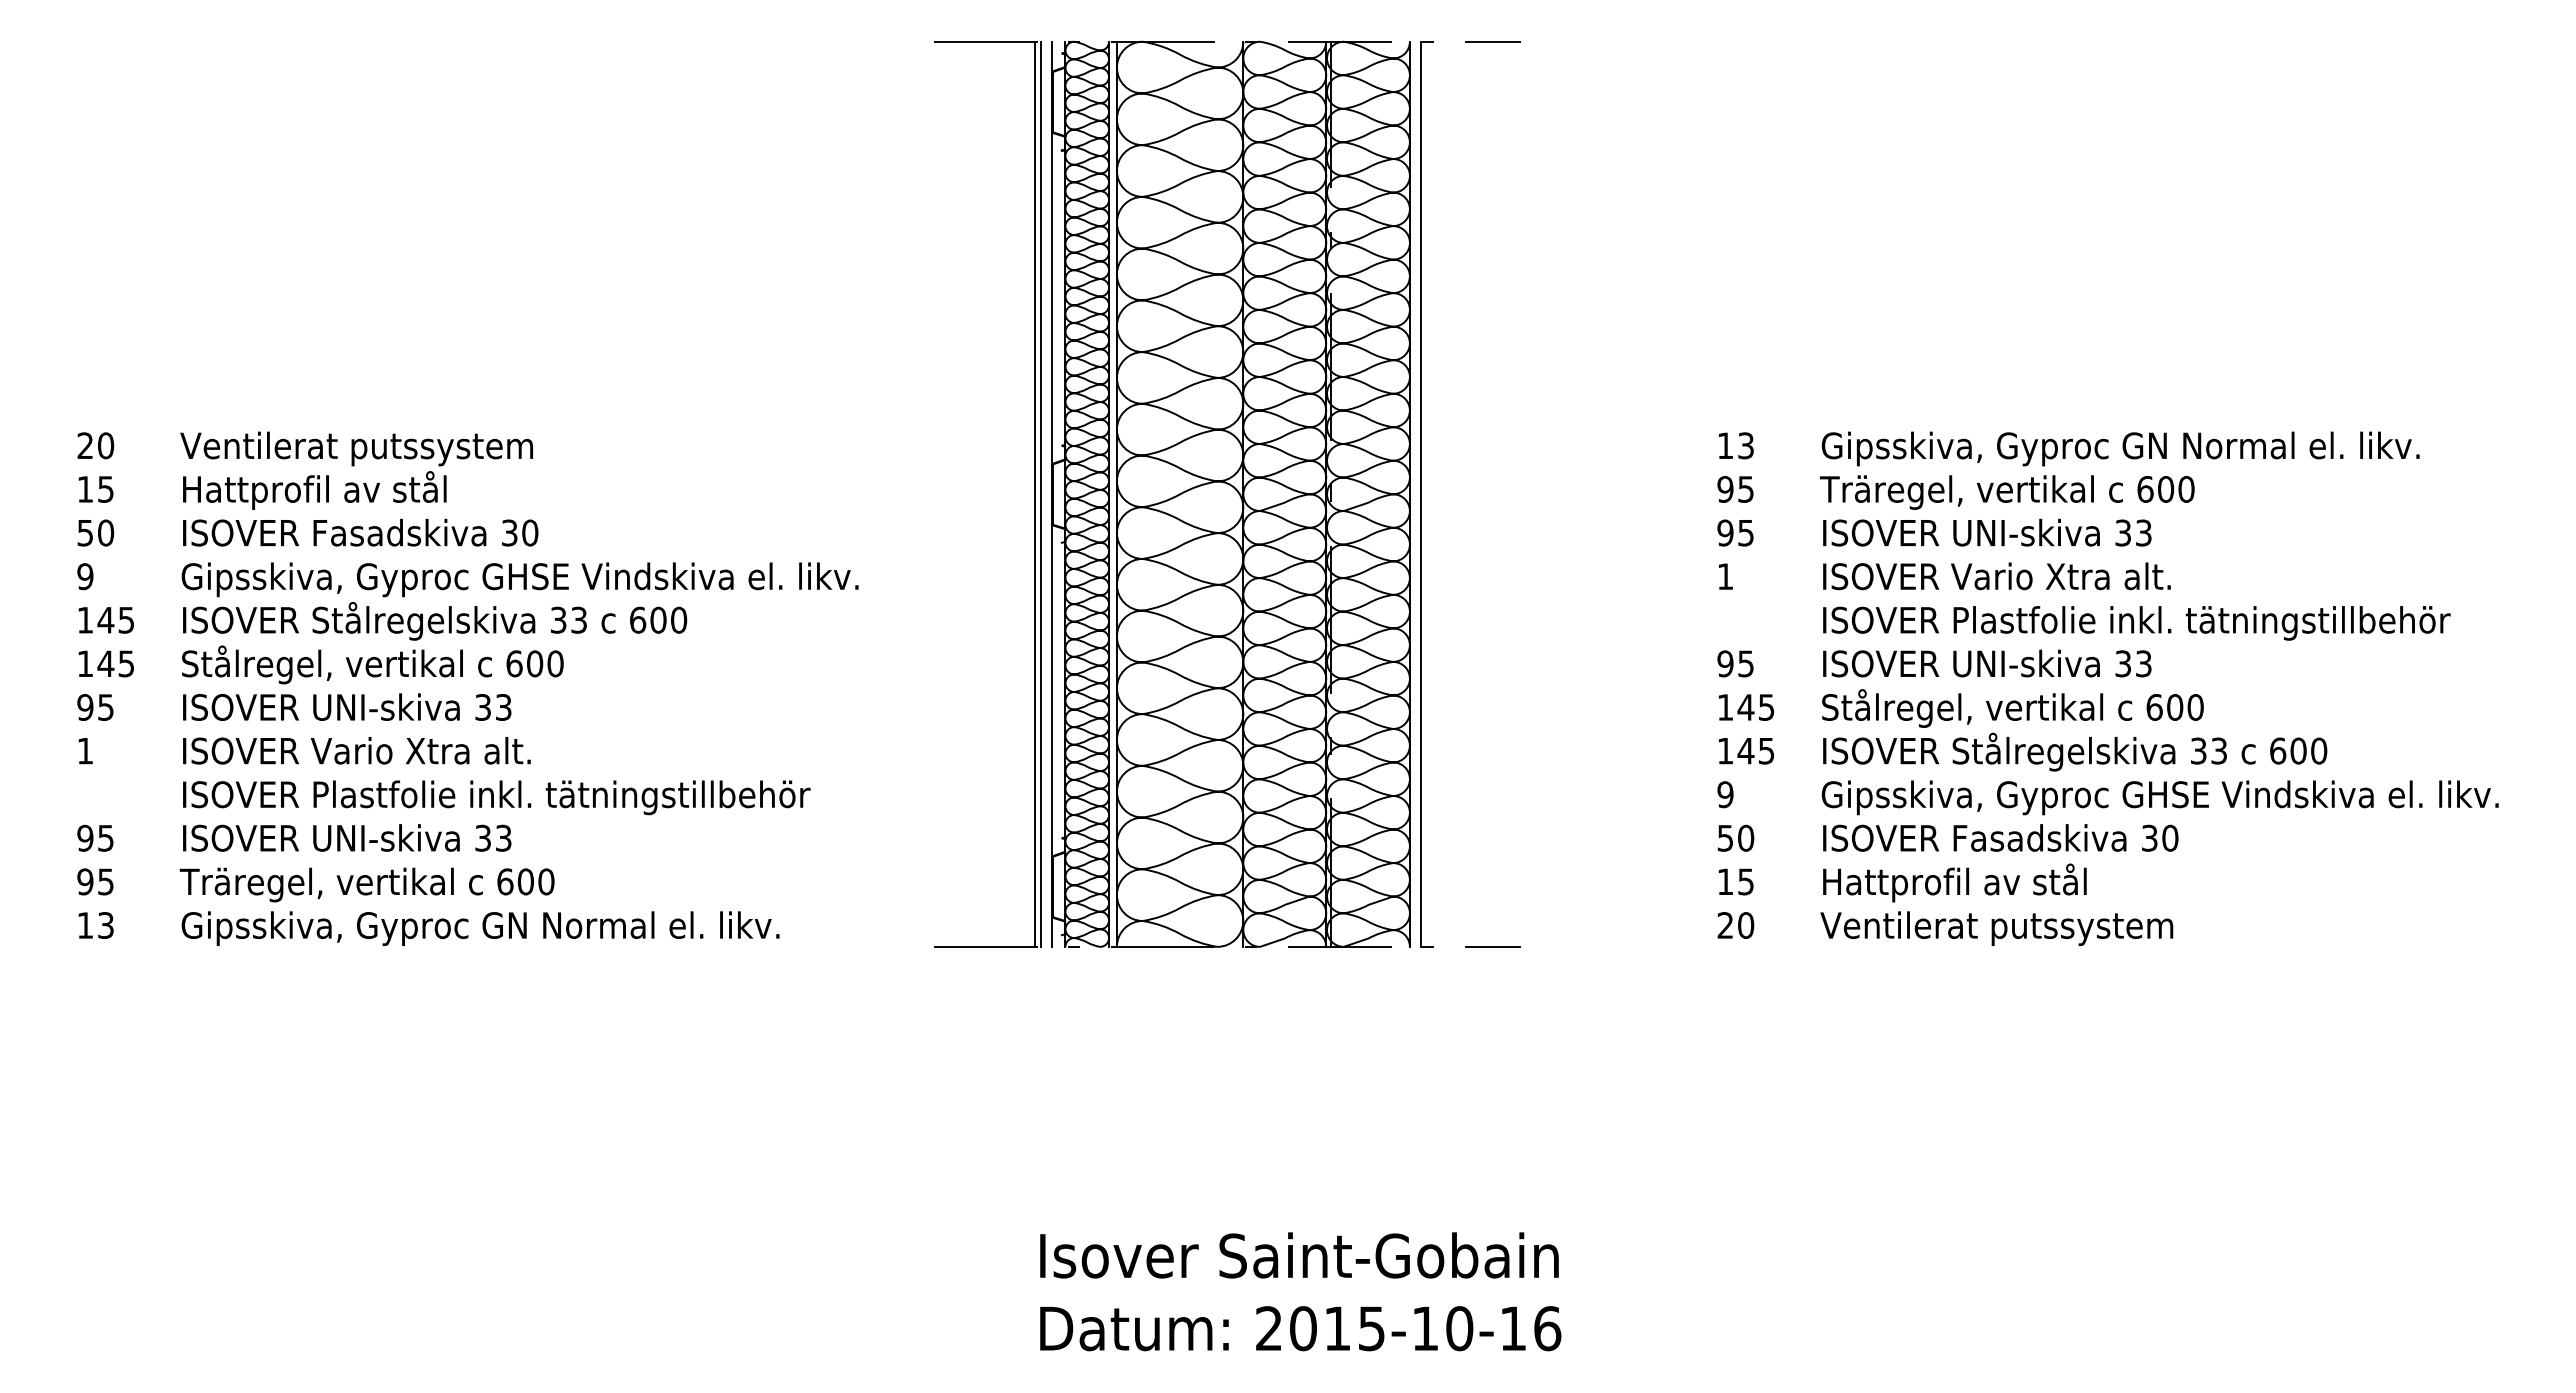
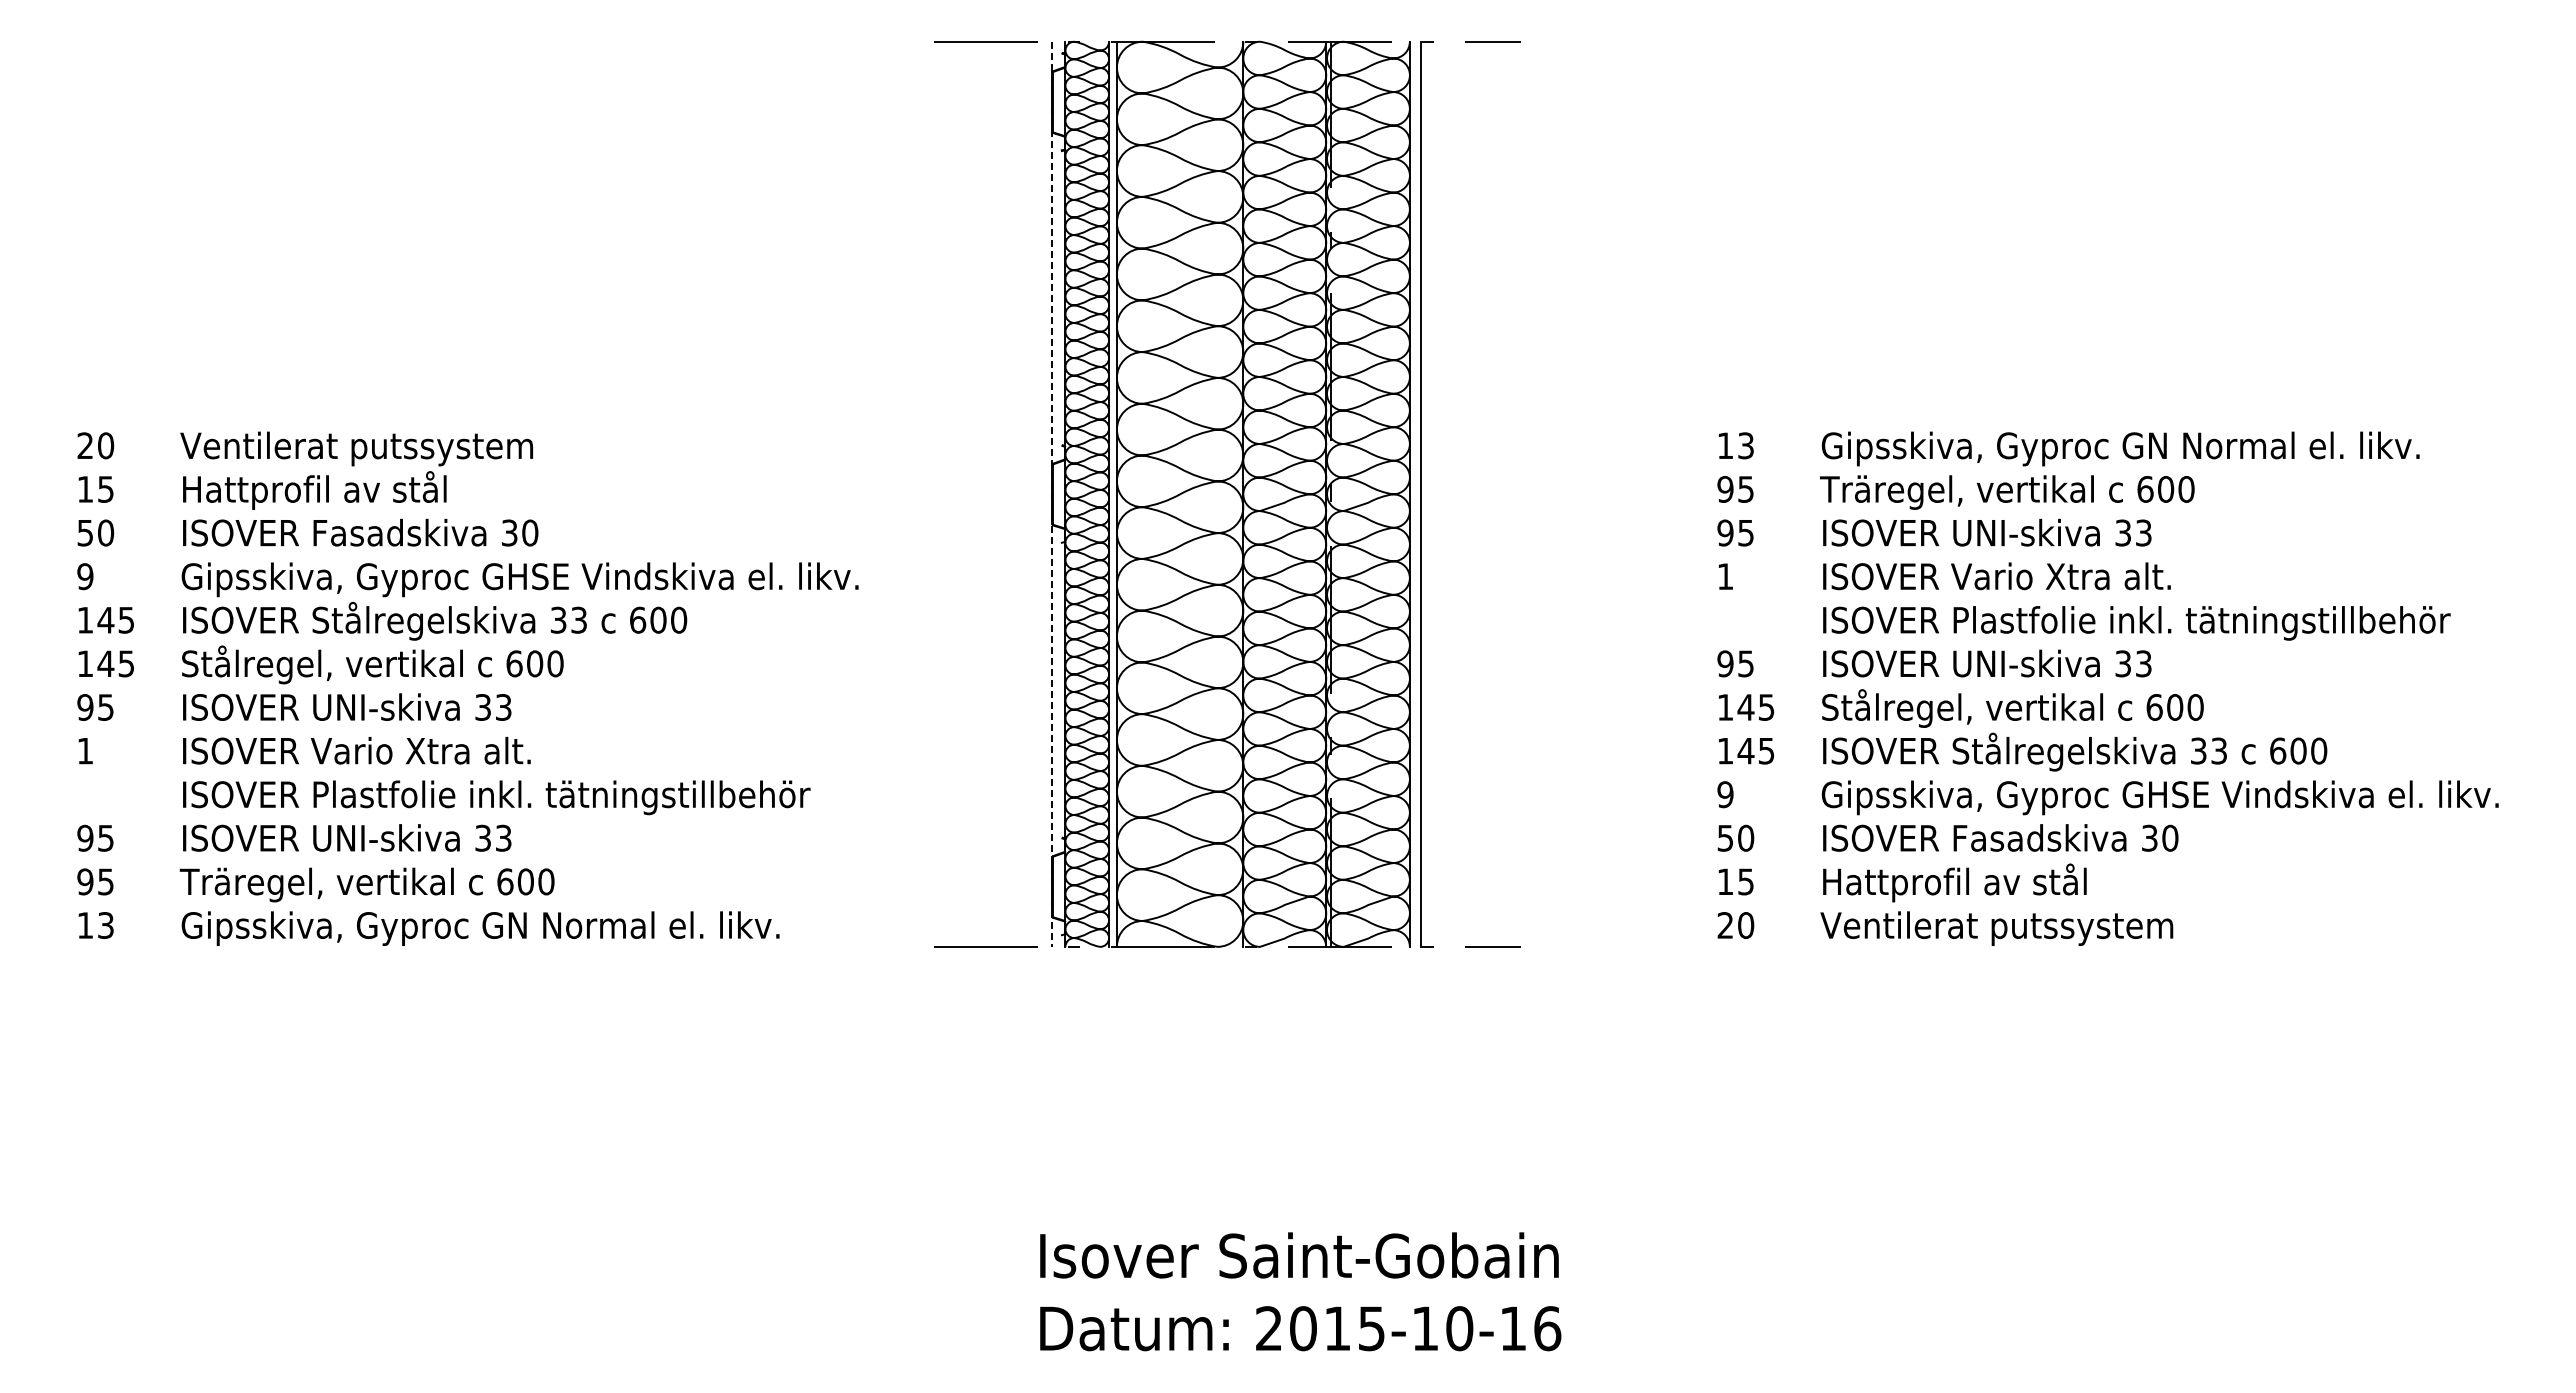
line at (1034, 494): present -> none
line at (1041, 494): present -> none
line at (1052, 494): solid -> dashed
